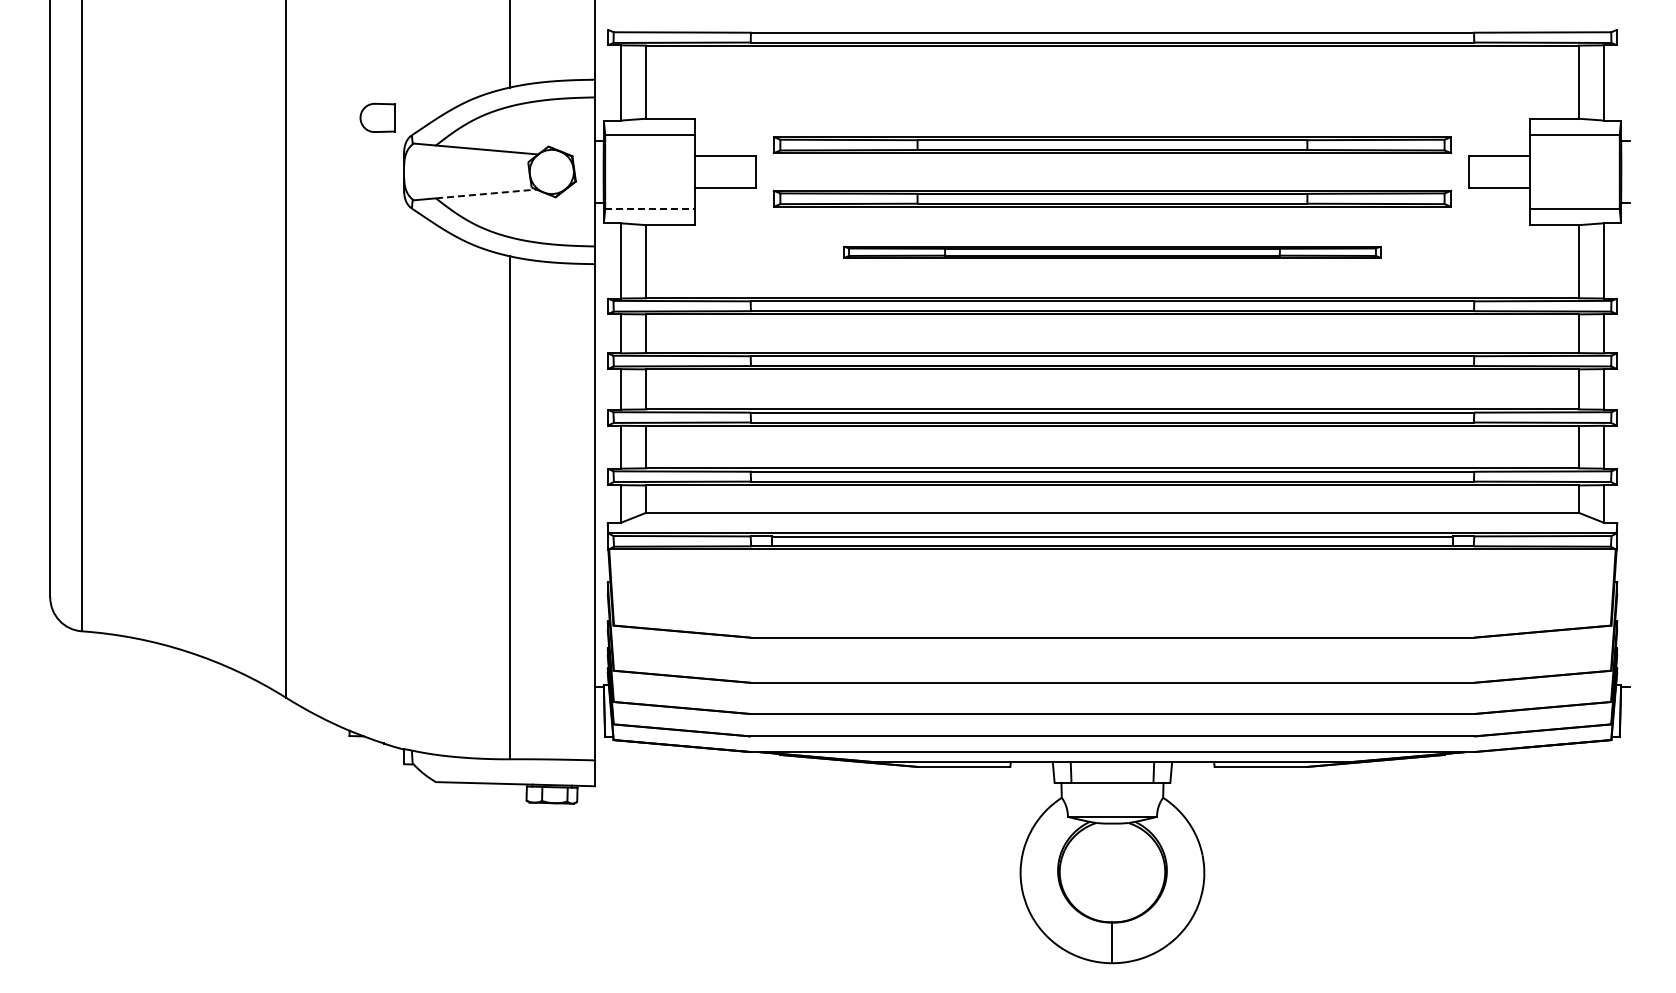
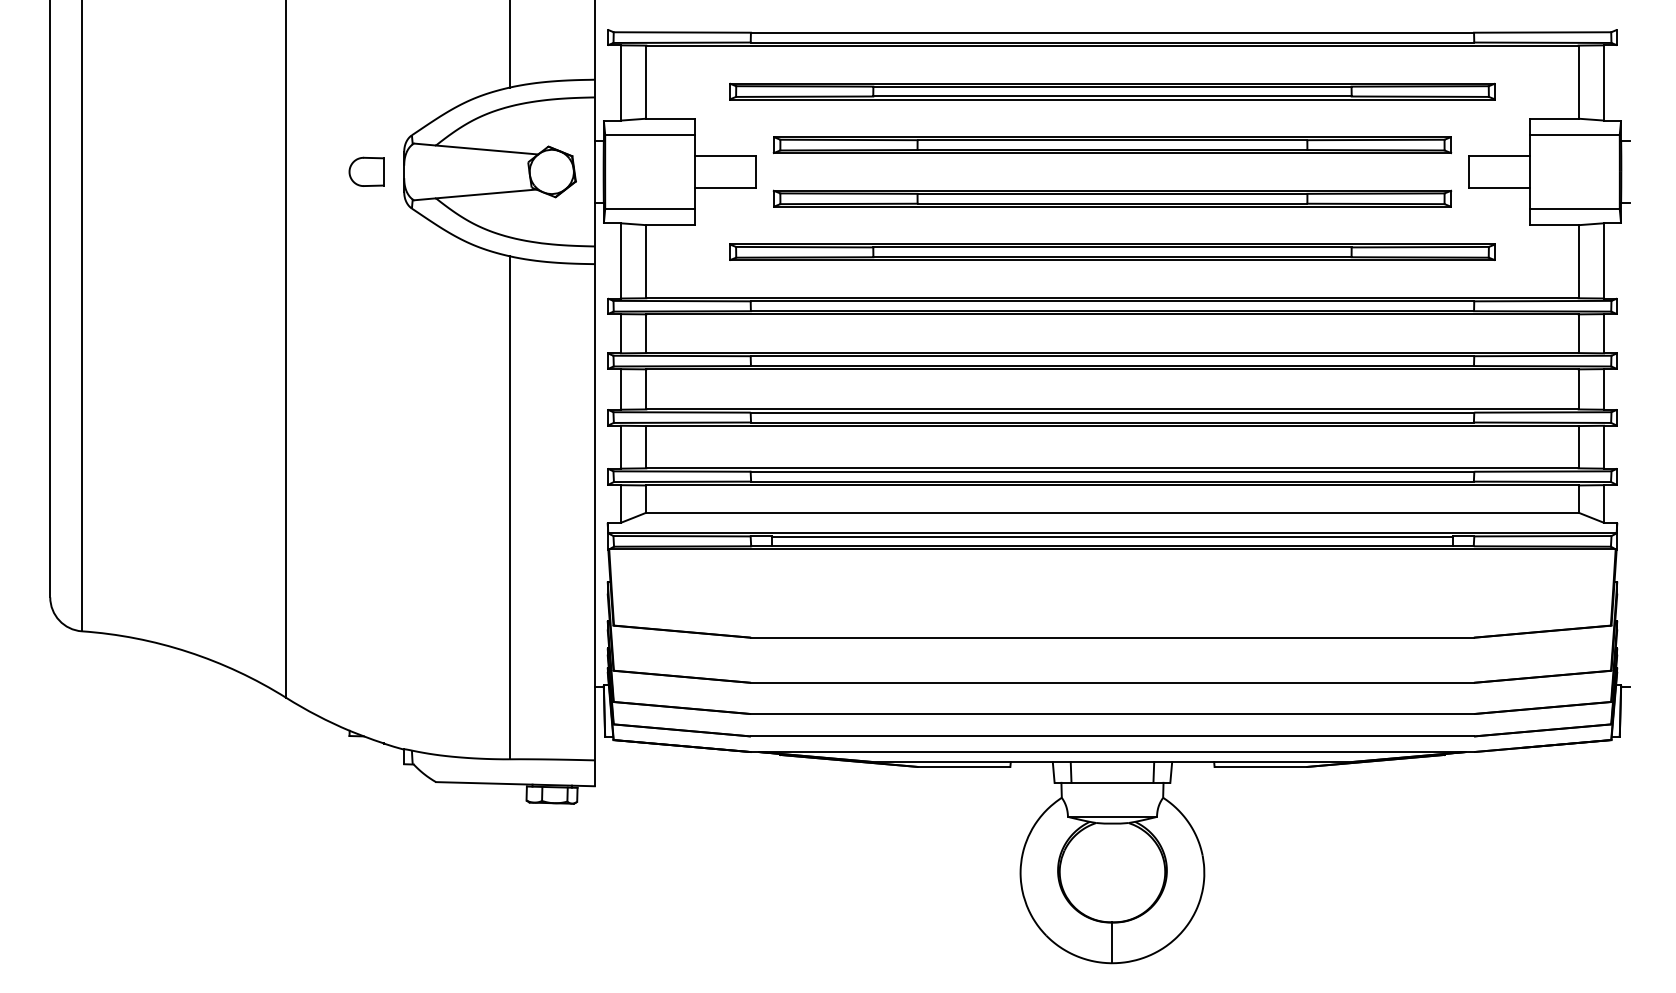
part at (1112, 91): none -> present
part at (377, 117) position: (377, 117) -> (366, 171)
line at (486, 193): dashed -> solid
line at (650, 209): dashed -> solid
part at (1112, 252) size: 539x13 px -> 767x18 px
